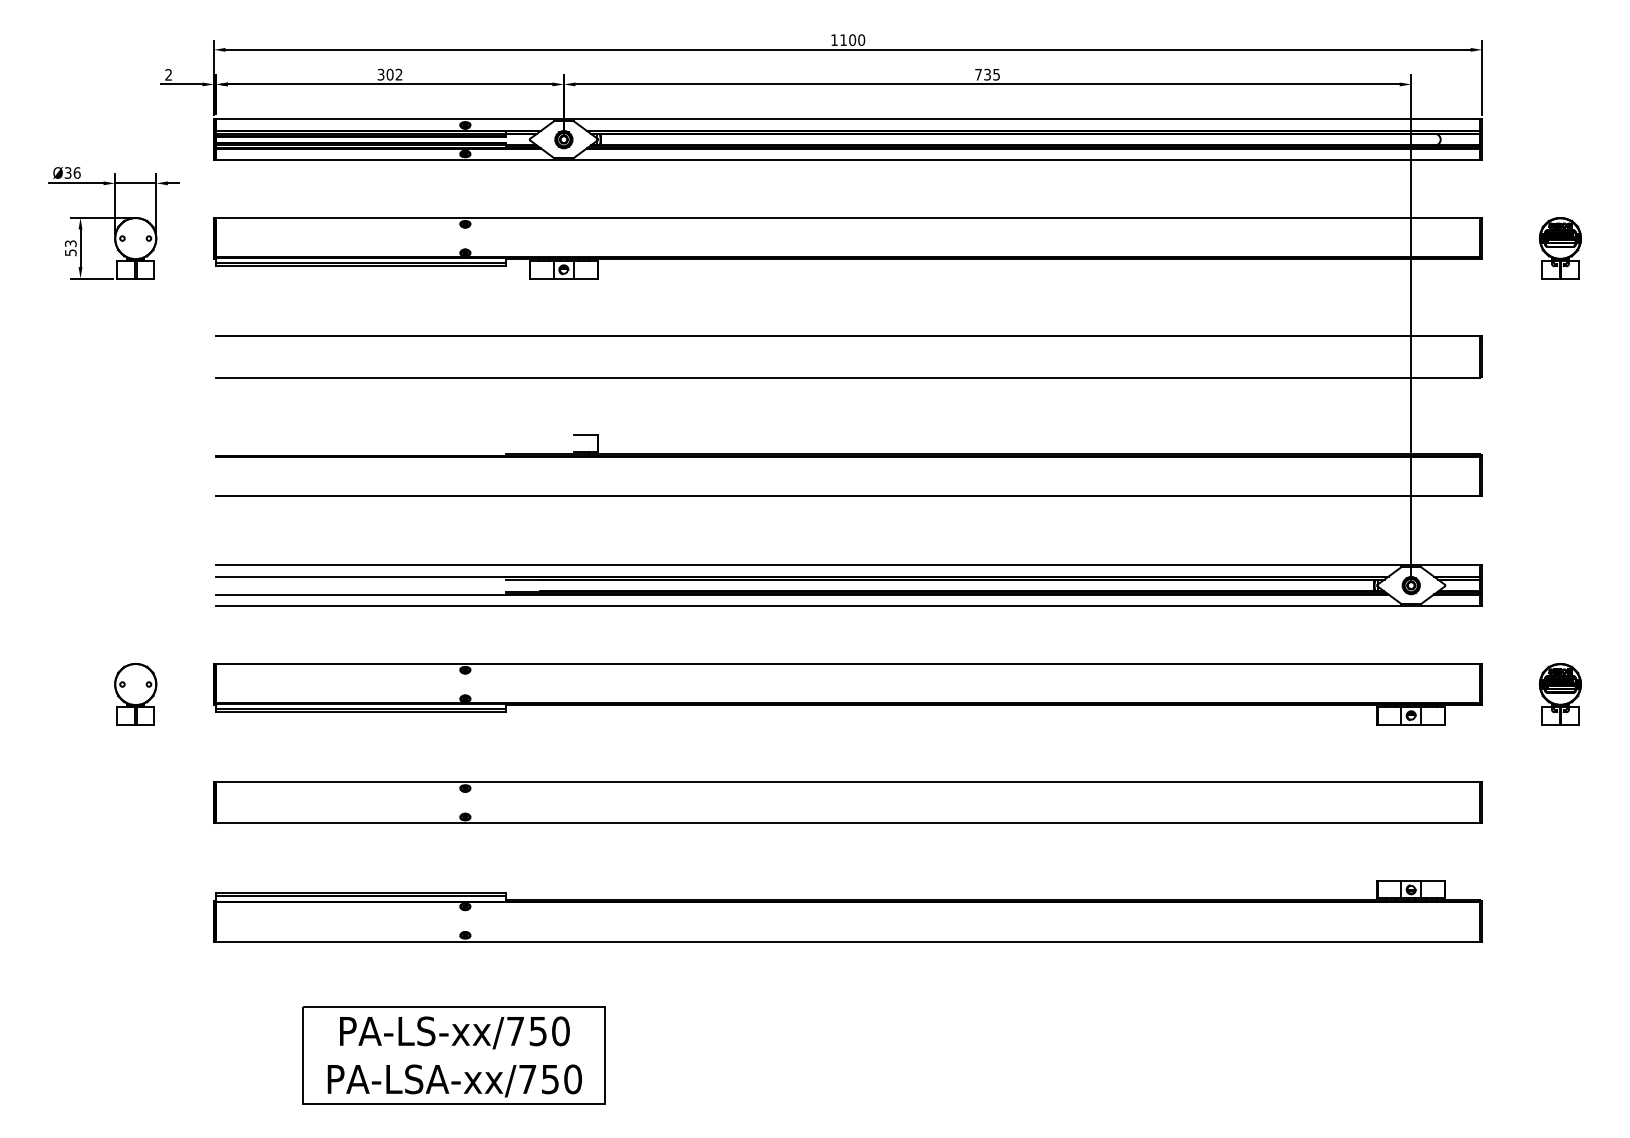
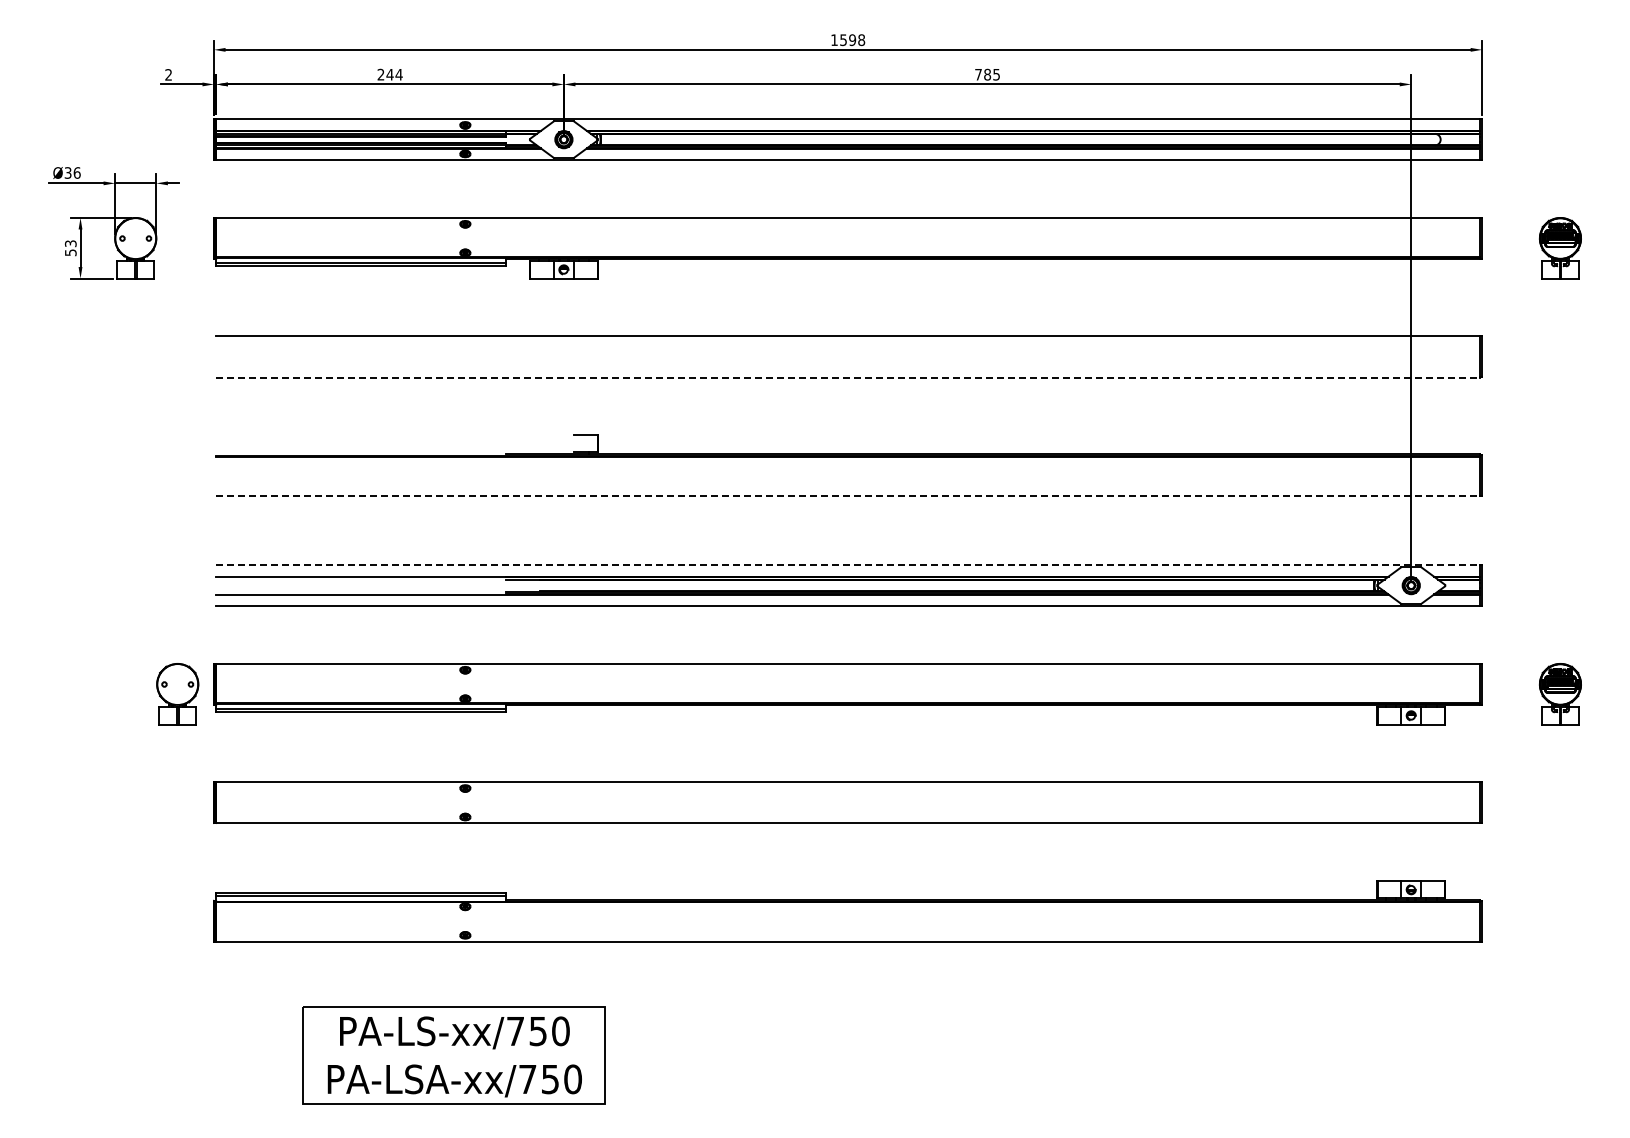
text at (852, 40): 1100 -> 1598
text at (389, 74): 302 -> 244
text at (987, 74): 735 -> 785
line at (848, 377): solid -> dashed
line at (848, 495): solid -> dashed
line at (848, 564): solid -> dashed
part at (135, 694) position: (135, 694) -> (177, 694)
